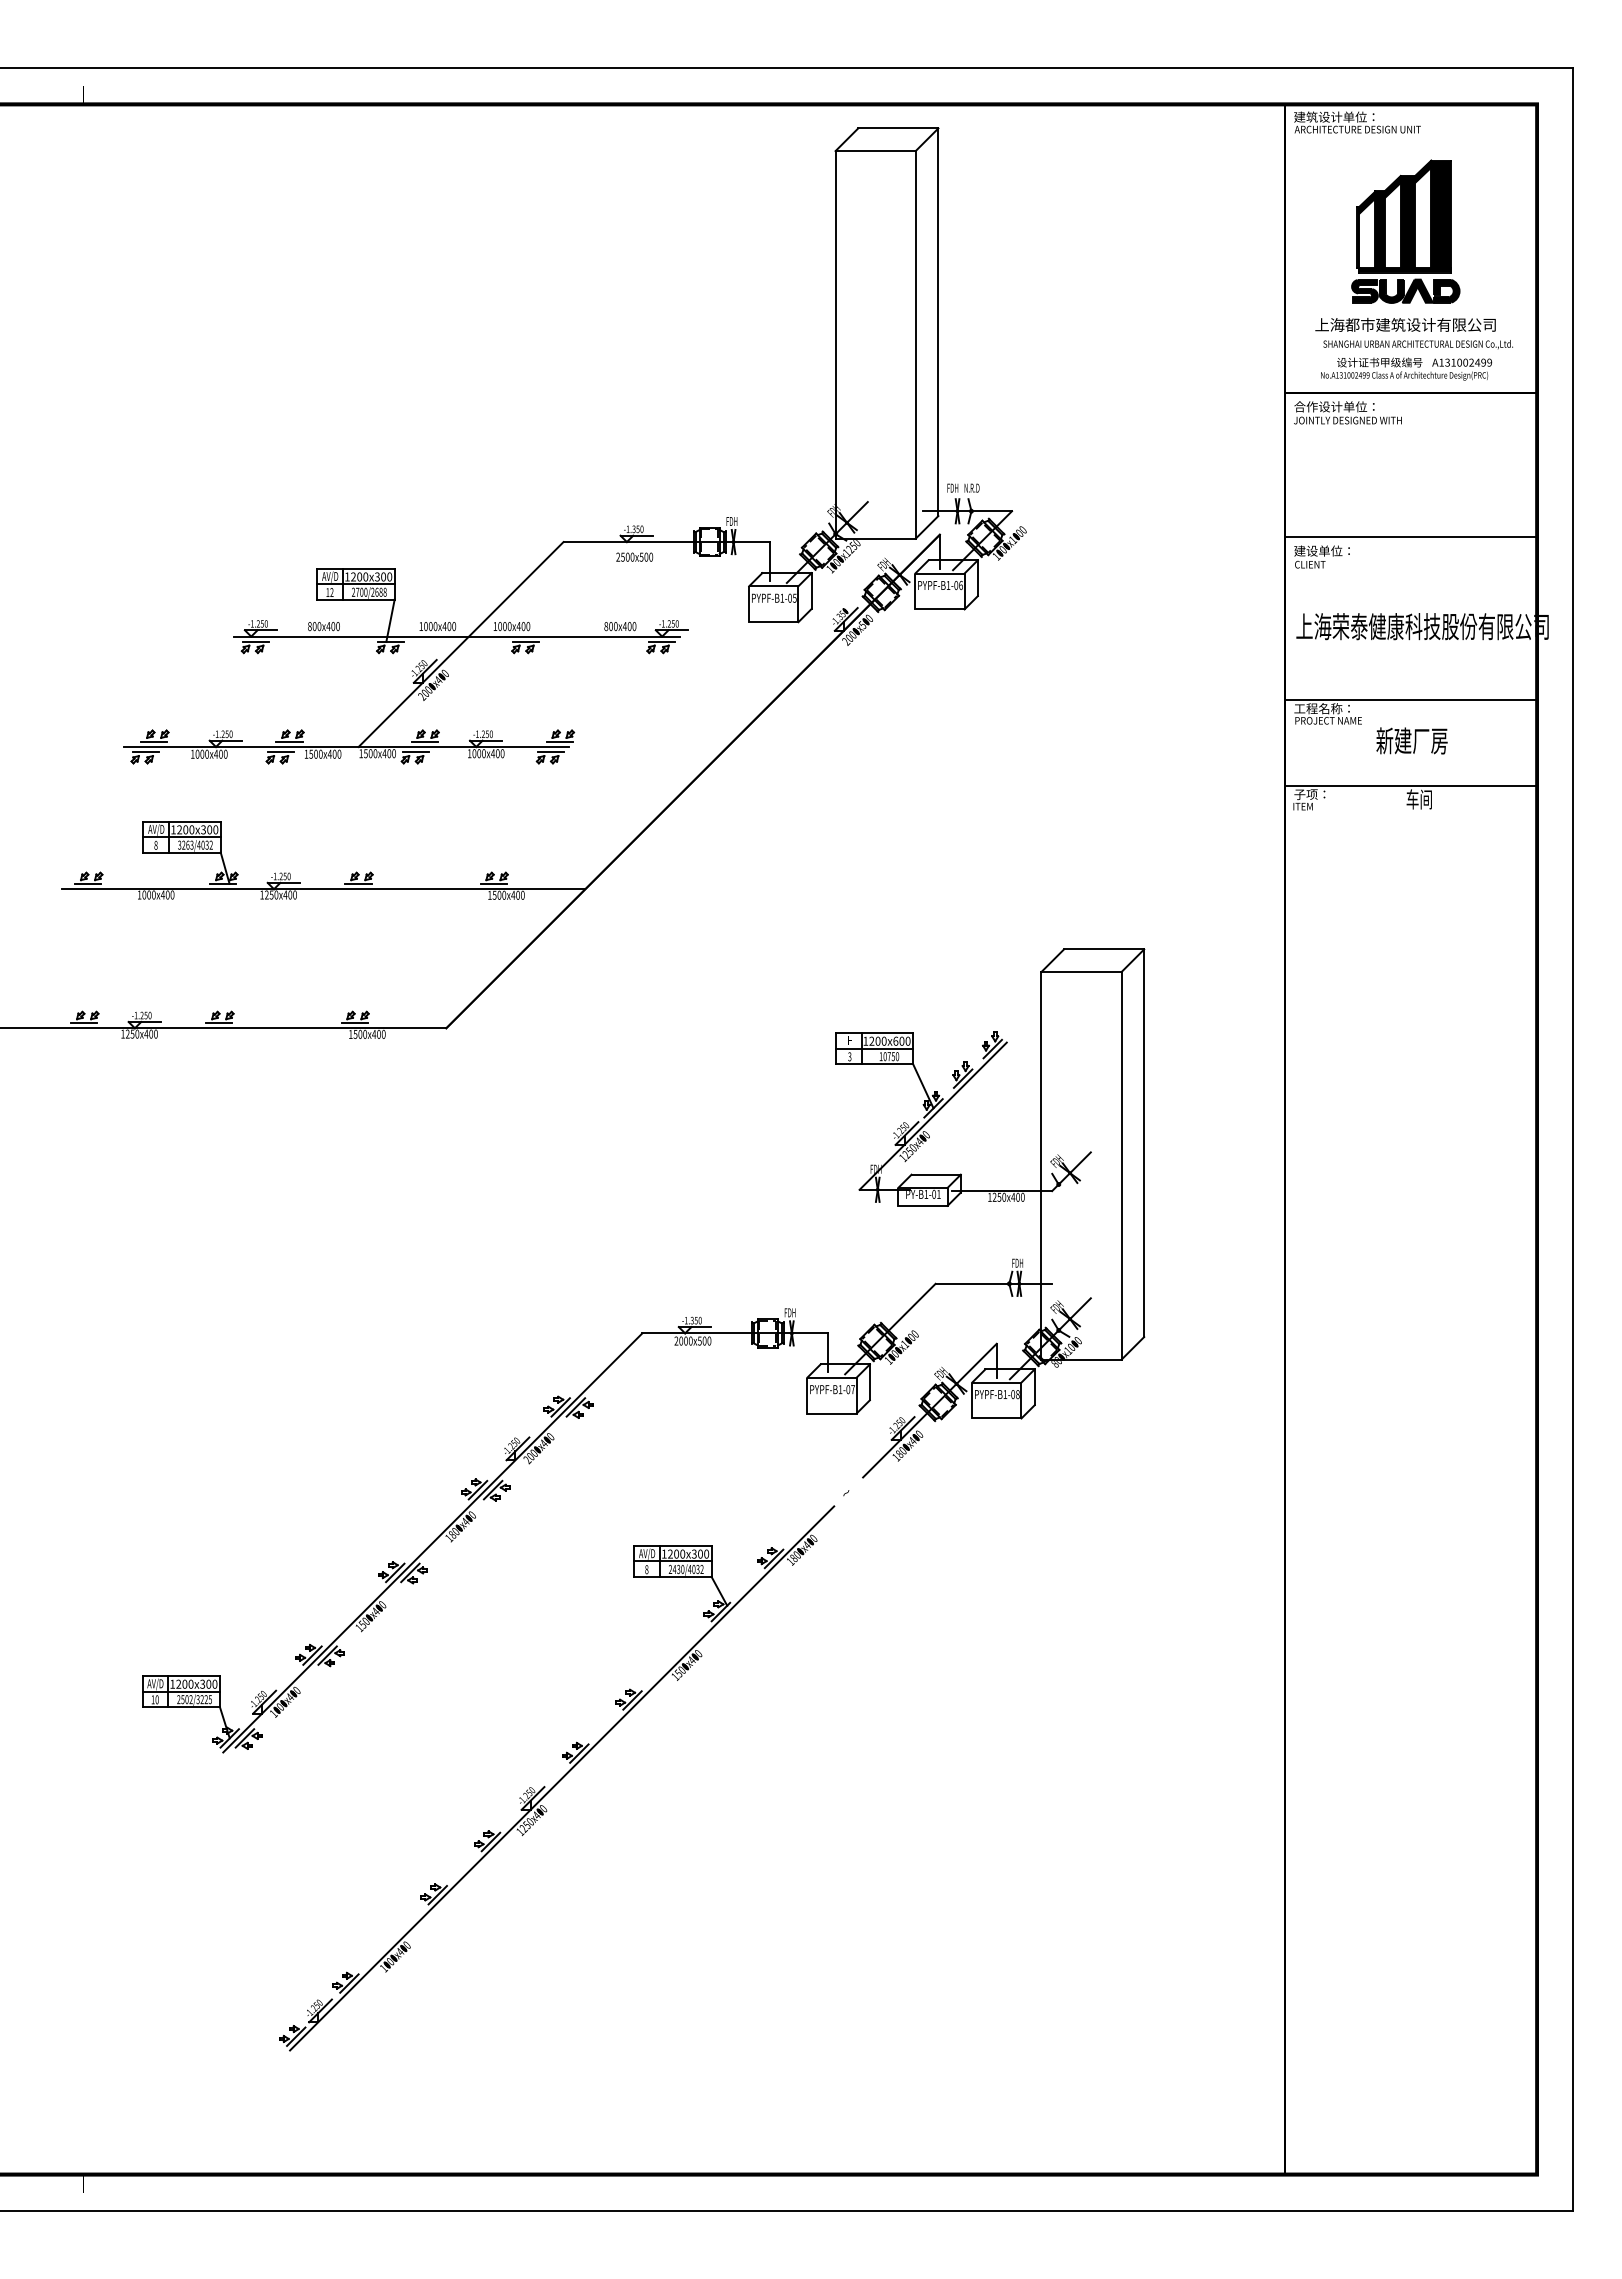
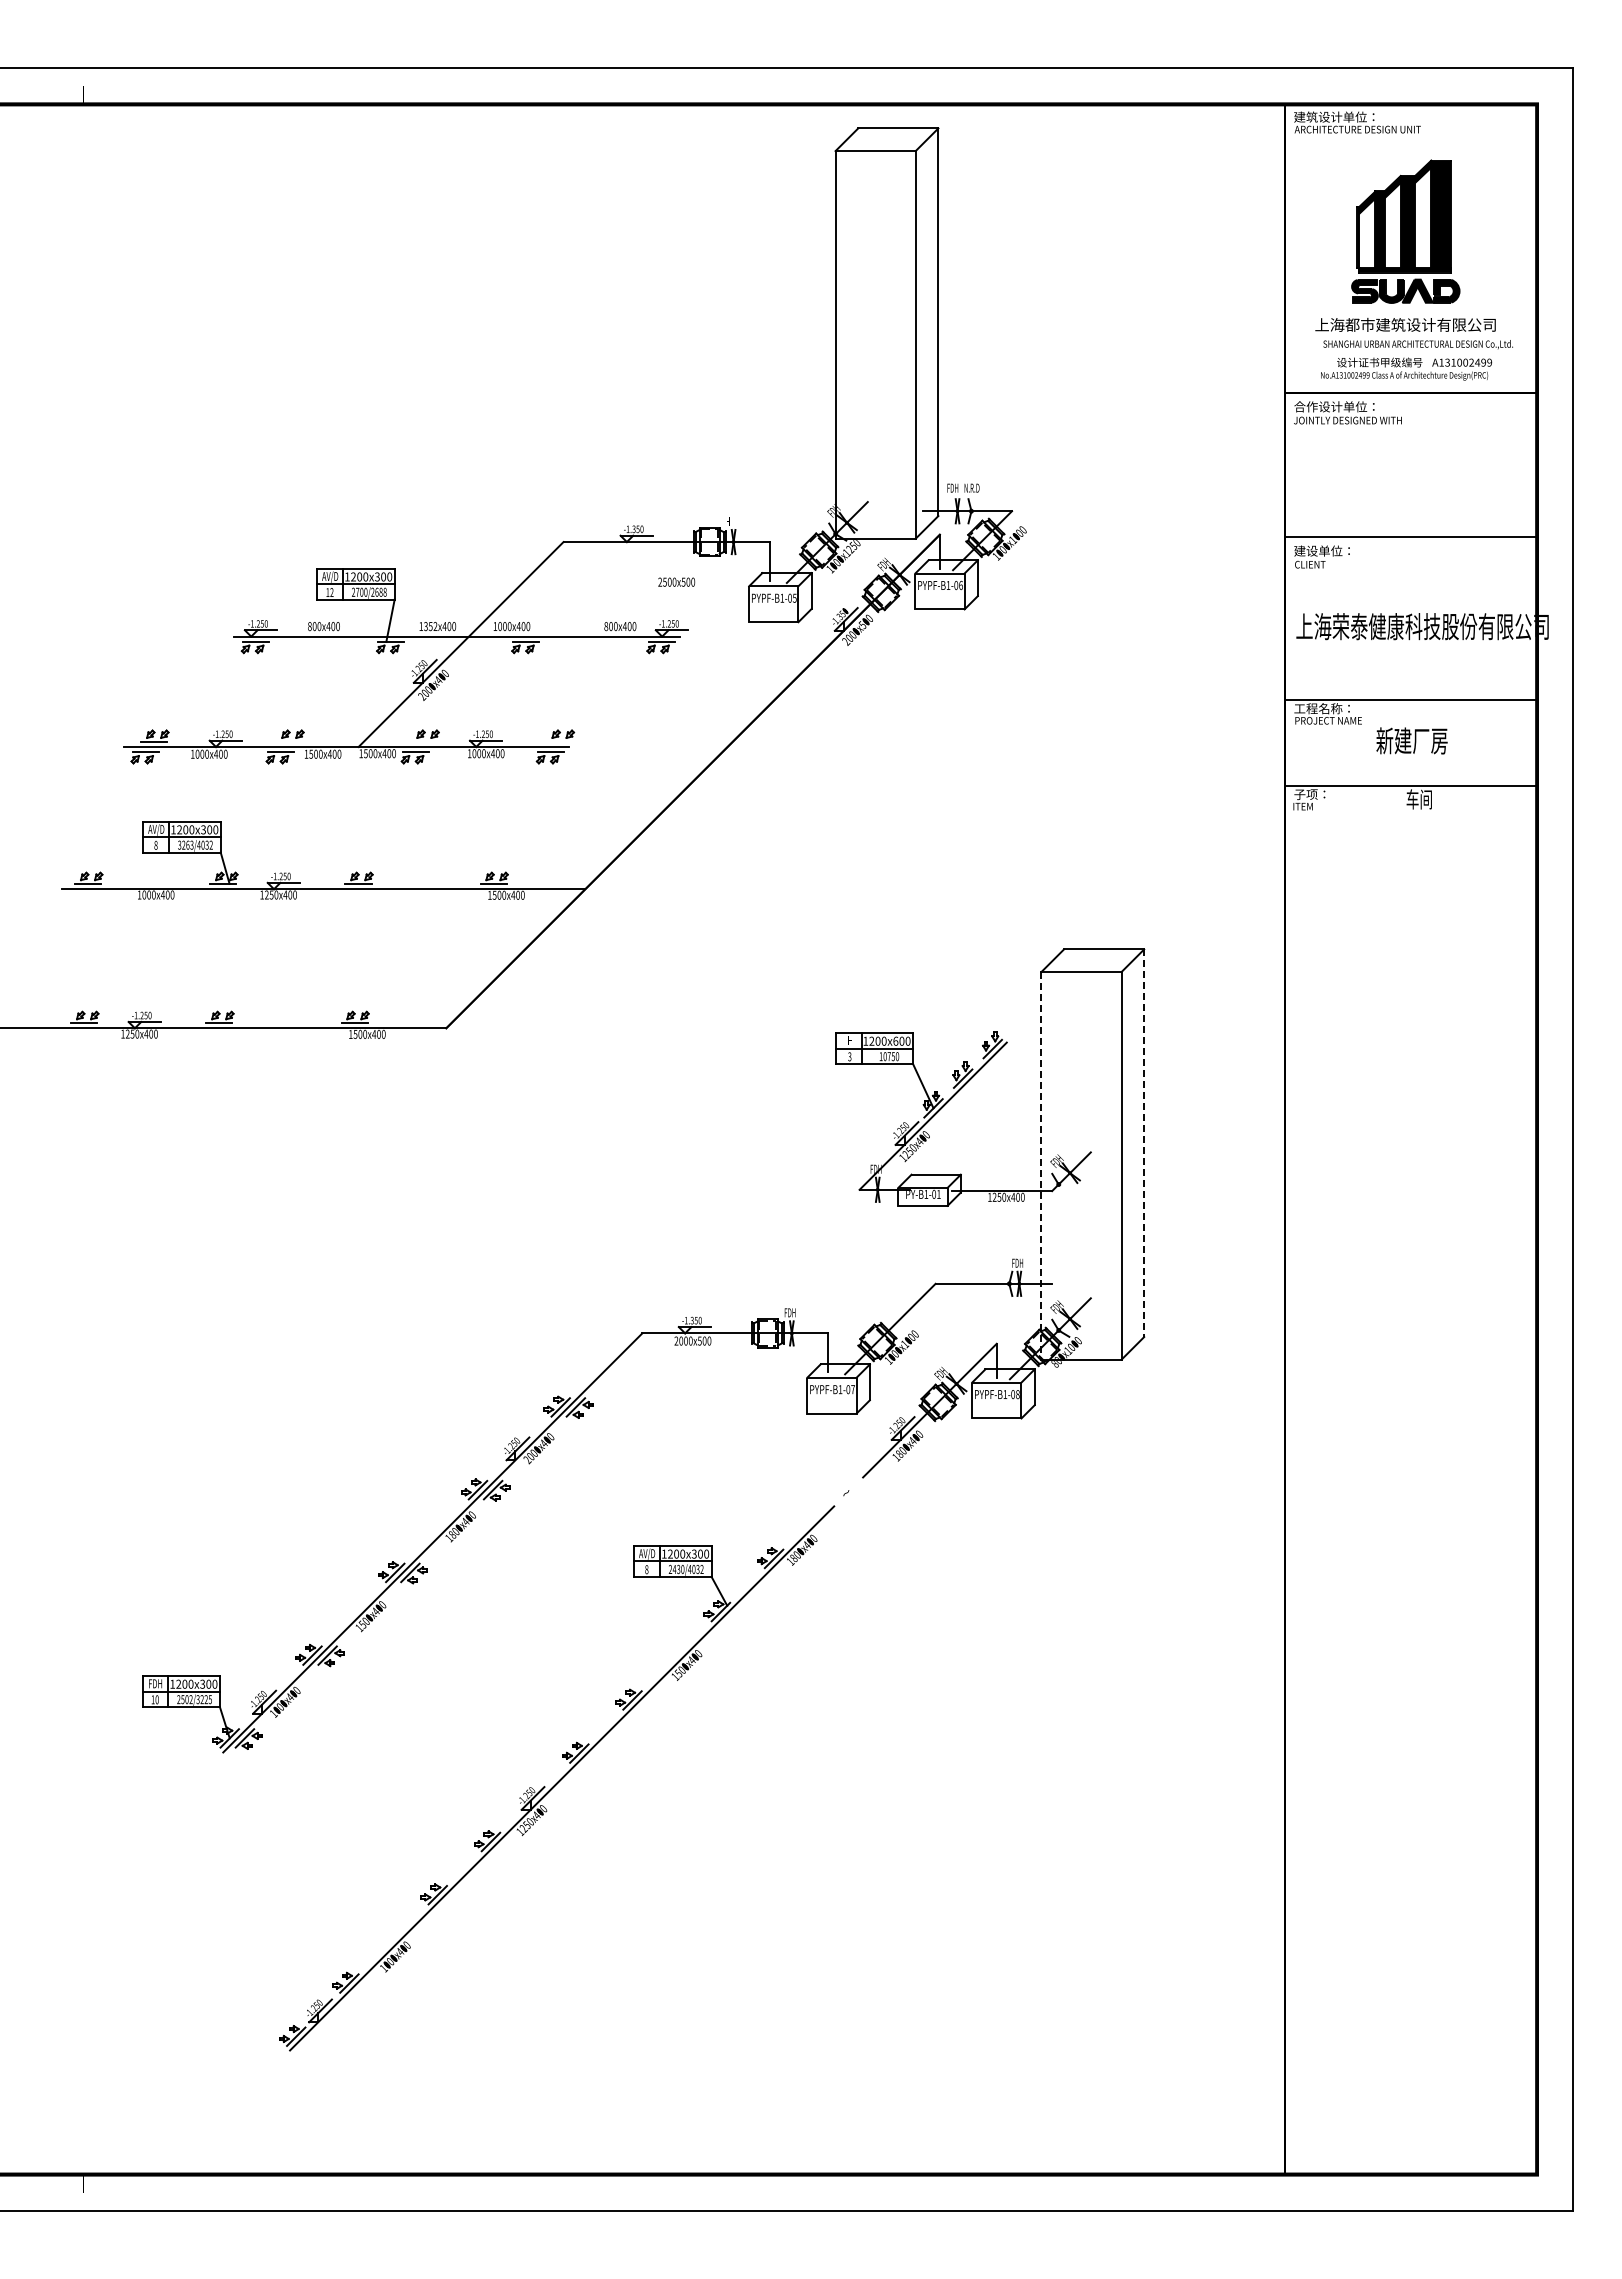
text at (731, 521): FDH -> H
text at (634, 556) position: (634, 556) -> (676, 581)
text at (430, 626): 1000x400 -> 1352x400
line at (289, 741): present -> none
line at (424, 741): present -> none
line at (559, 741): present -> none
line at (1144, 1143): solid -> dashed
line at (1041, 1165): solid -> dashed
text at (155, 1684): AV/D -> FDH
